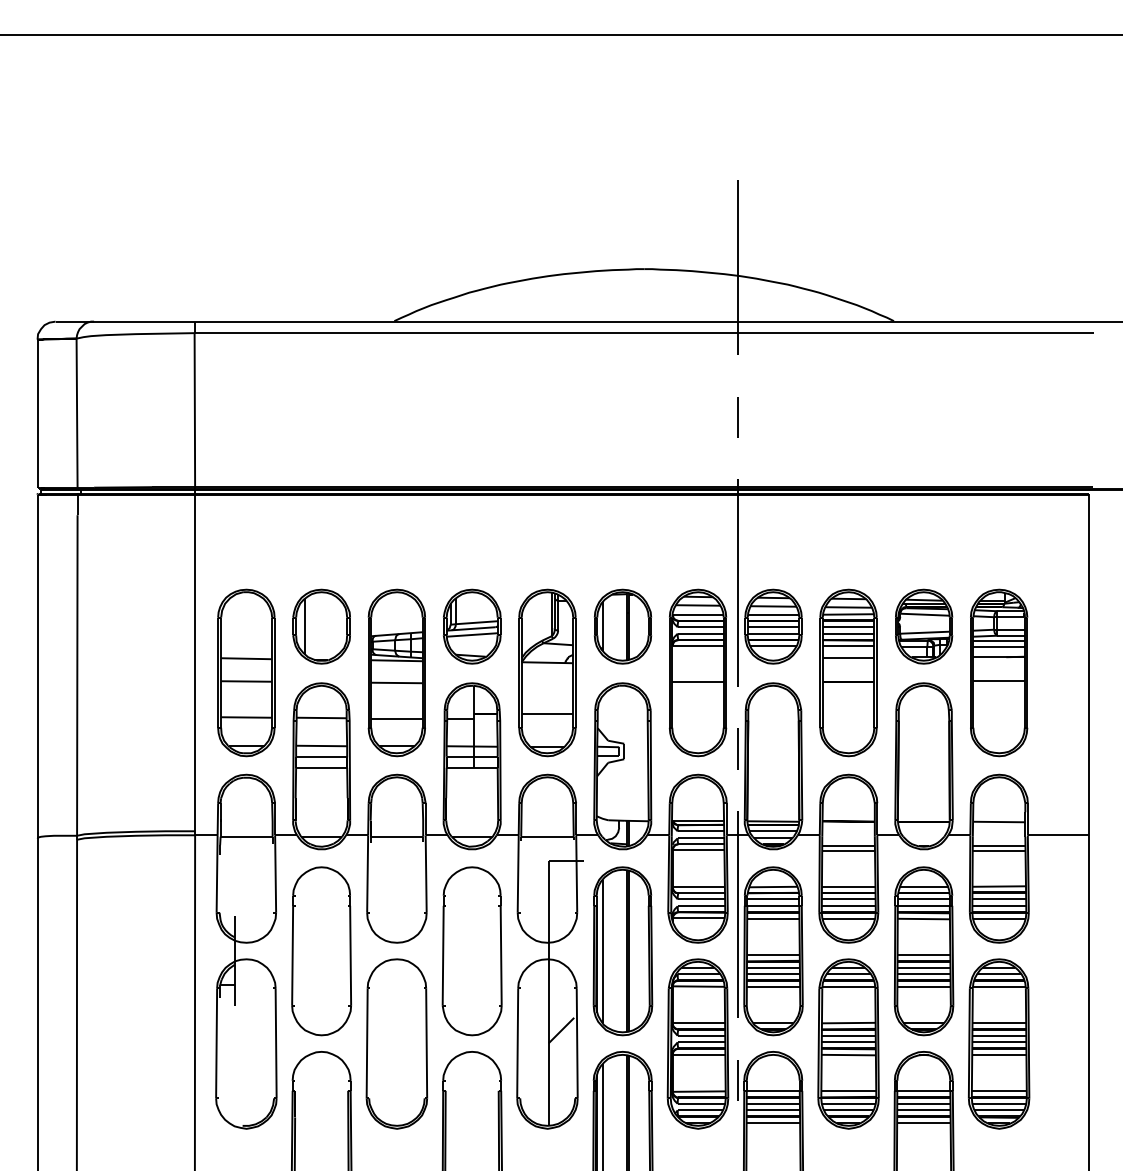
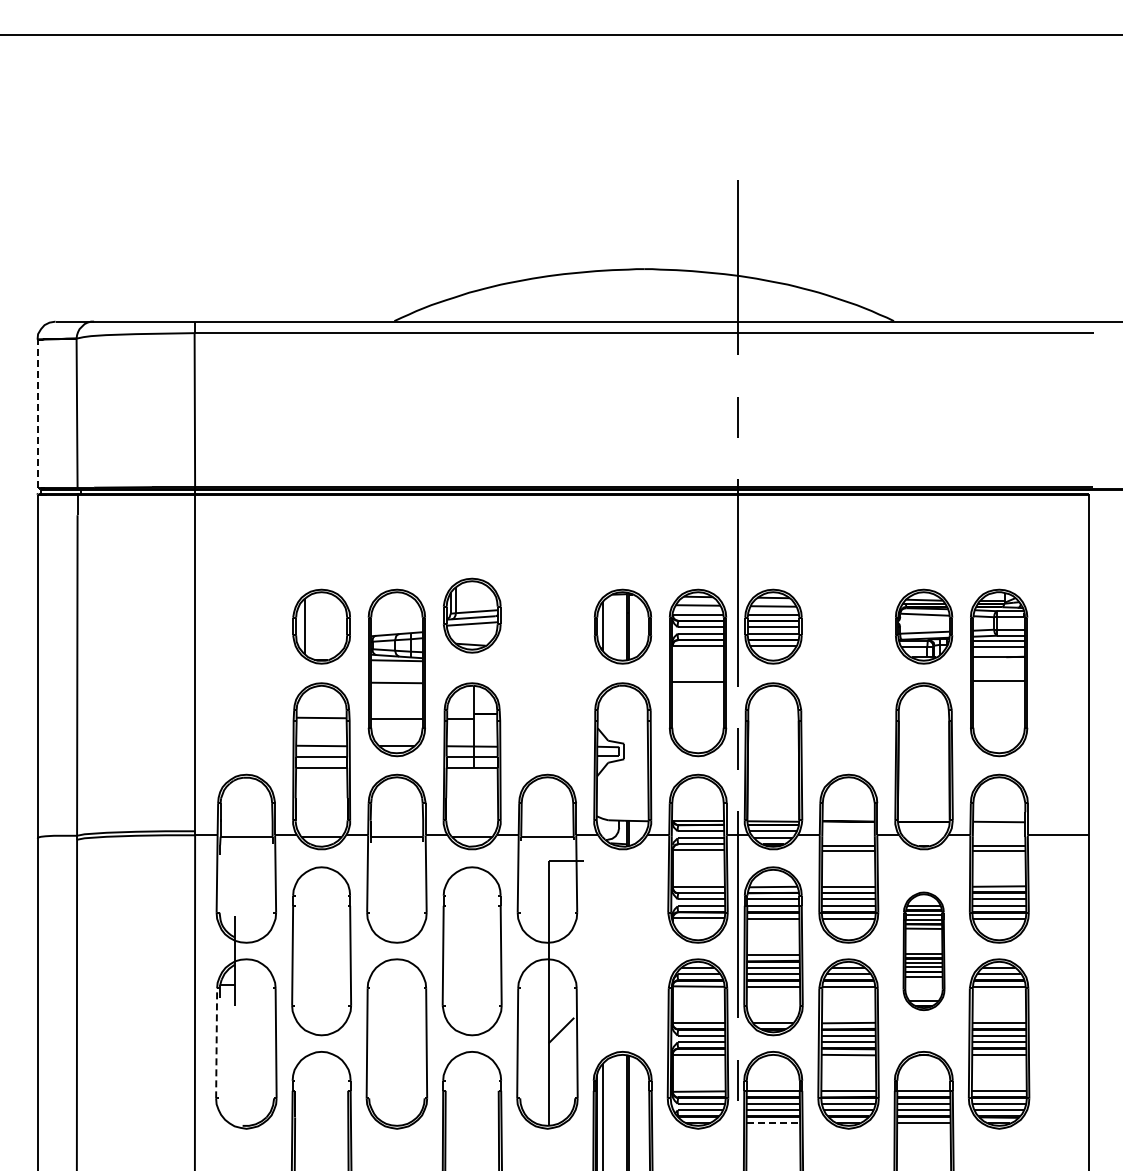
line at (37, 413): solid -> dashed
part at (471, 626) position: (471, 626) -> (471, 615)
part at (246, 672): present -> none
part at (547, 672): present -> none
part at (848, 672): present -> none
part at (622, 951): present -> none
part at (923, 951) size: 62x171 px -> 44x120 px
line at (216, 1042): solid -> dashed
line at (773, 1122): solid -> dashed
